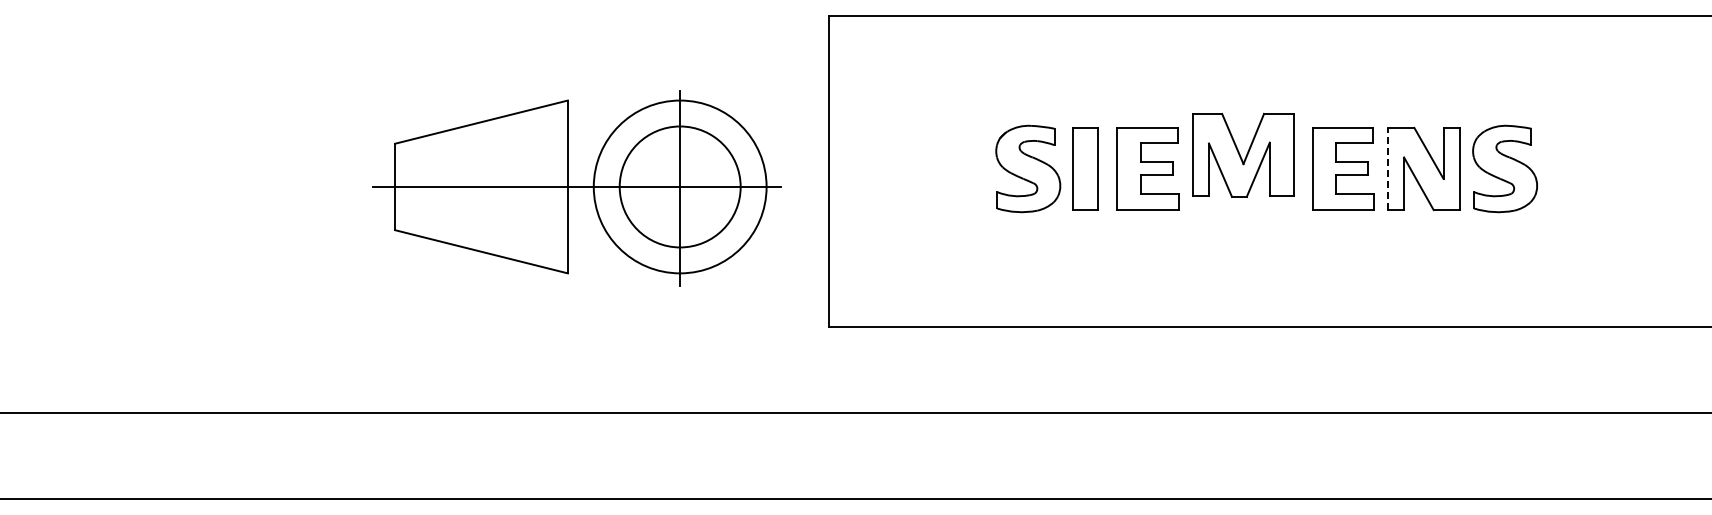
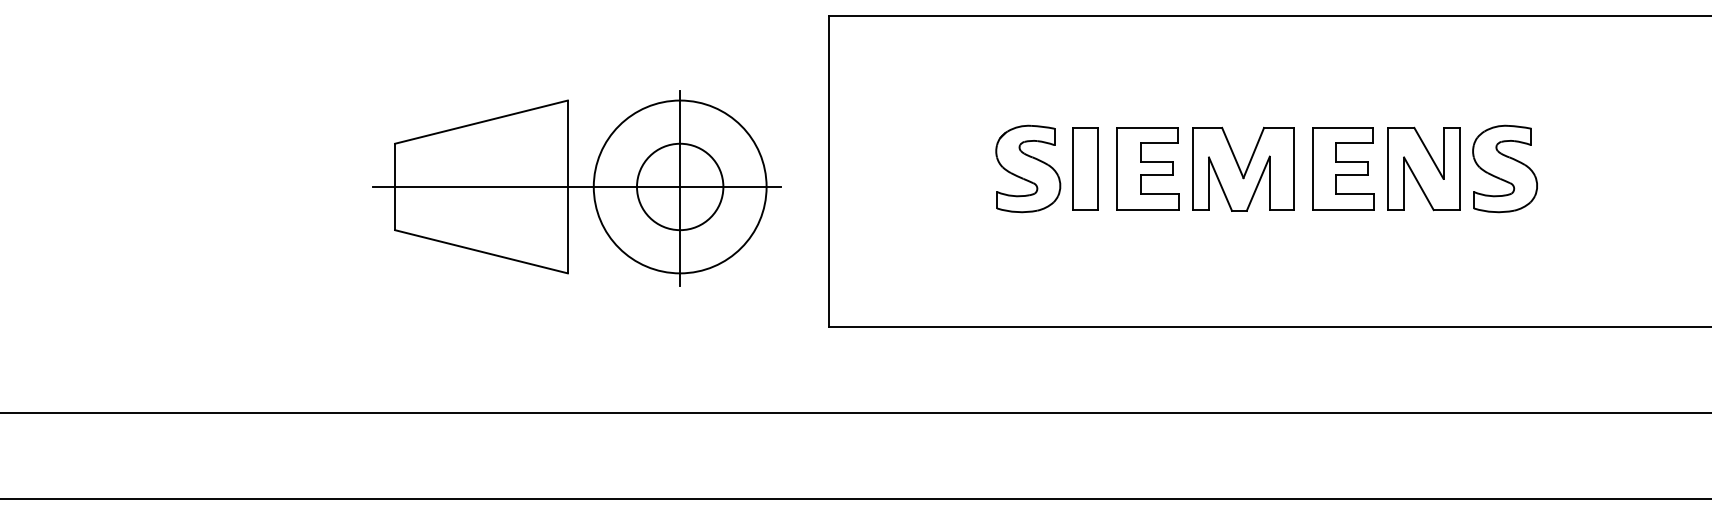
part at (1243, 154) position: (1243, 154) -> (1243, 168)
line at (1387, 168): dashed -> solid
circle at (679, 186) diameter: 121 px -> 86 px
